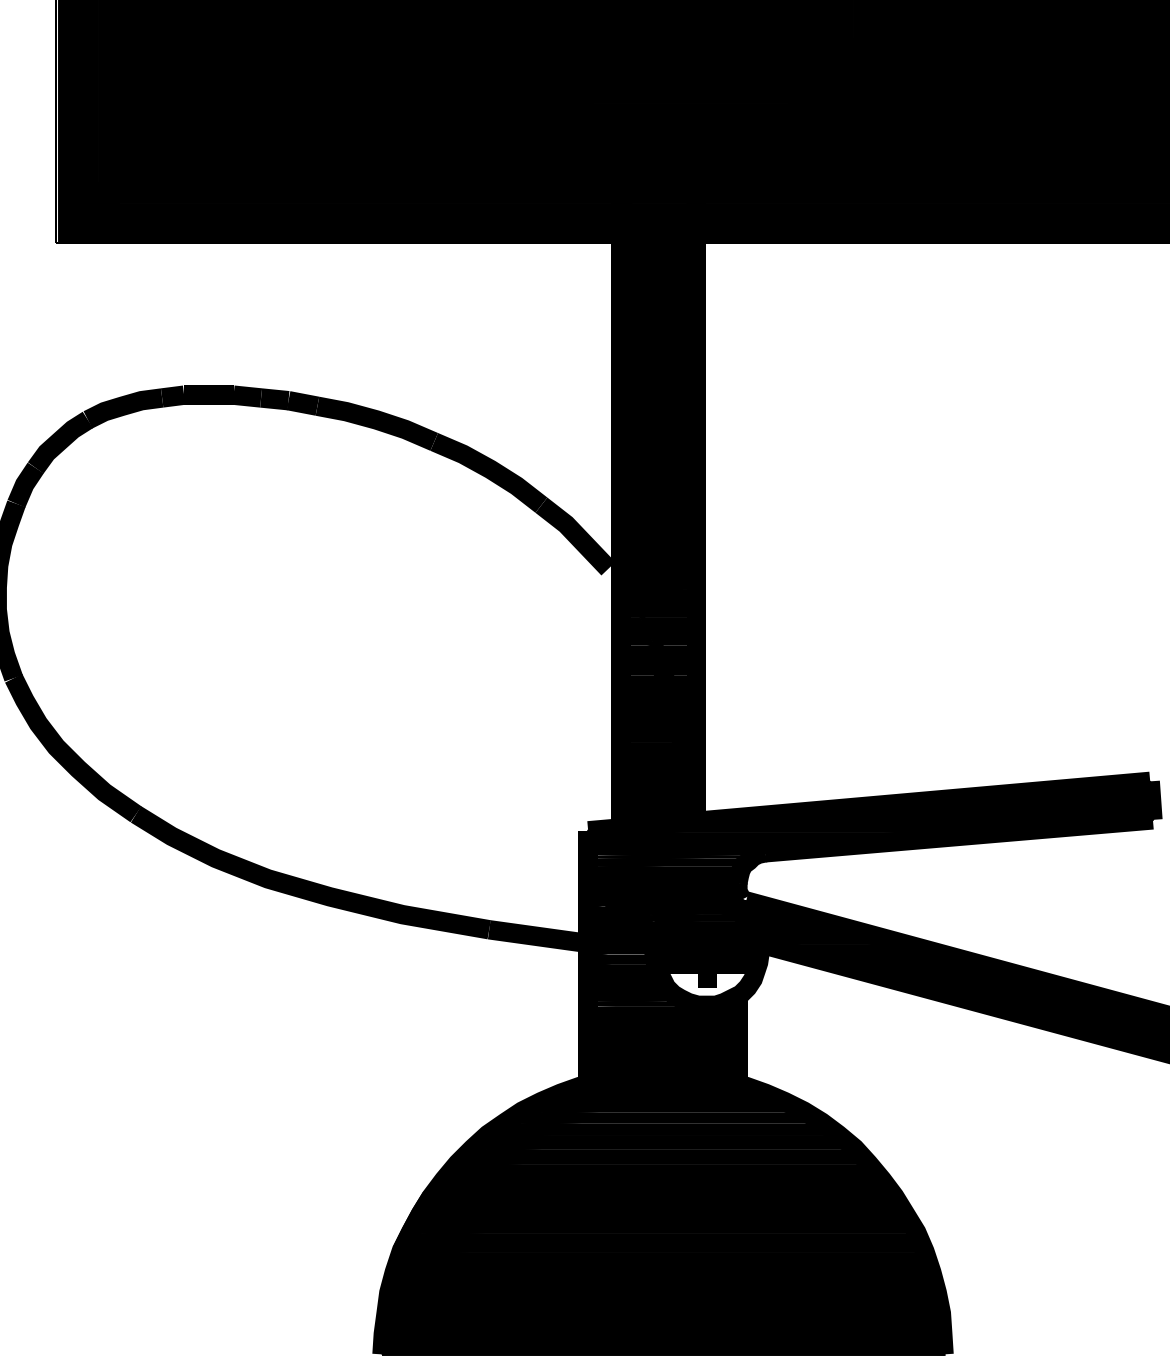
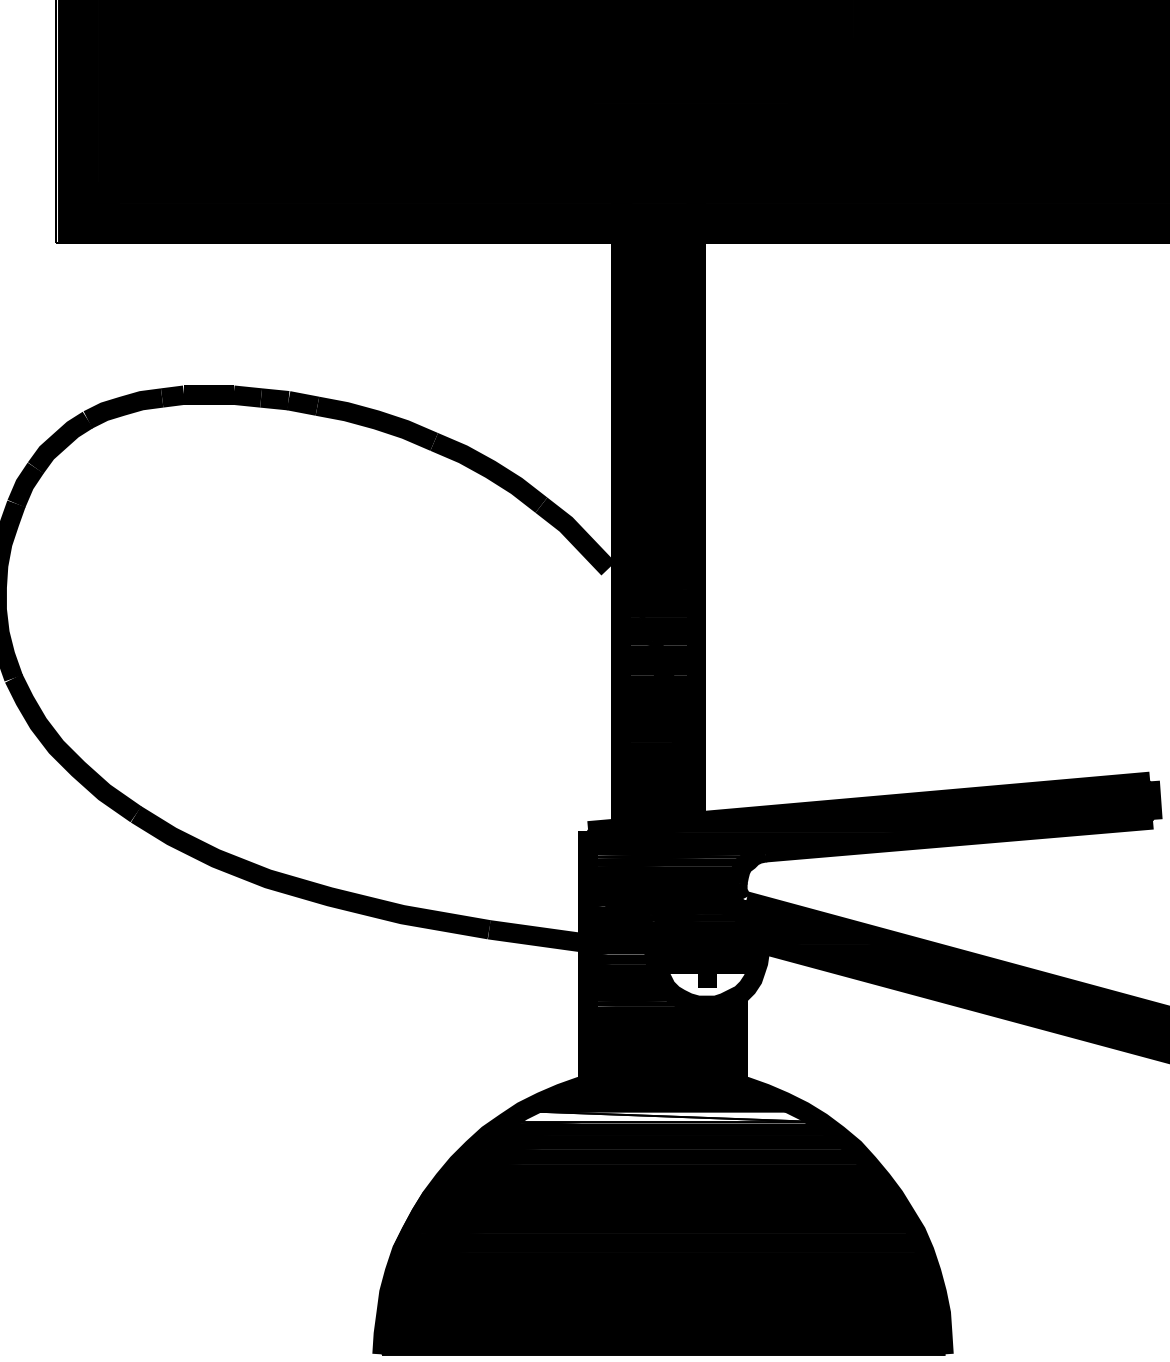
fill at (663, 1117): present -> none
